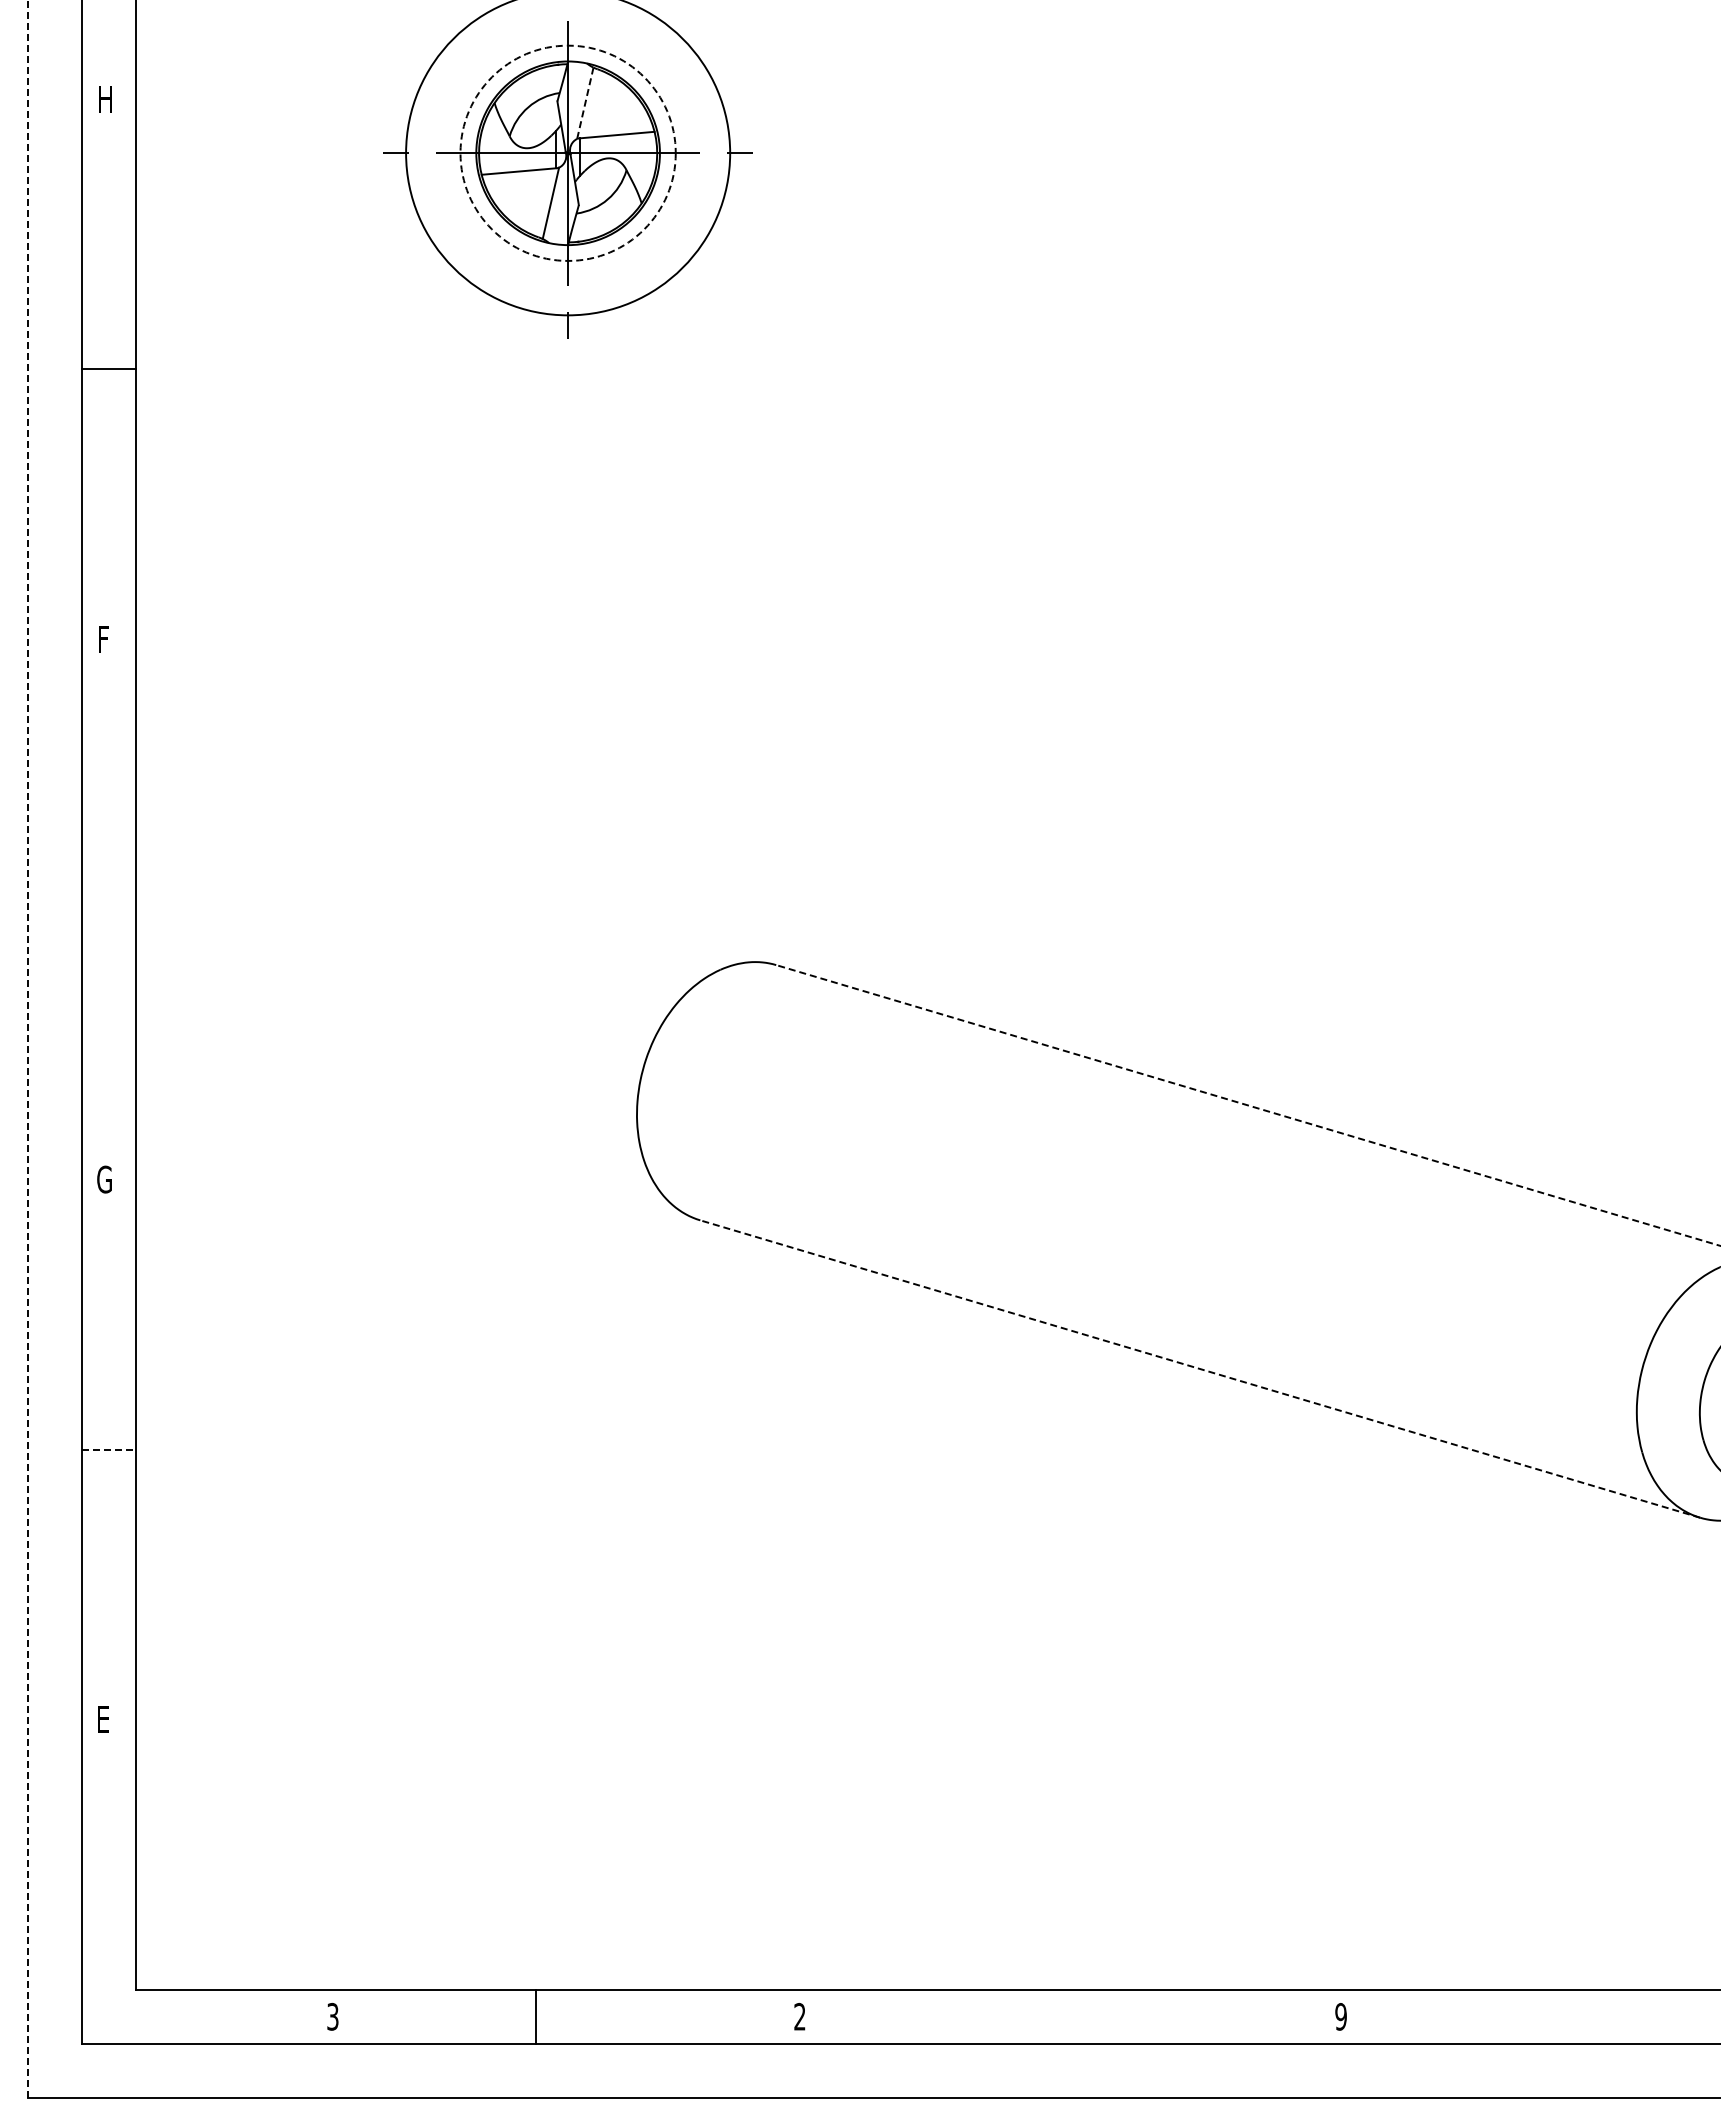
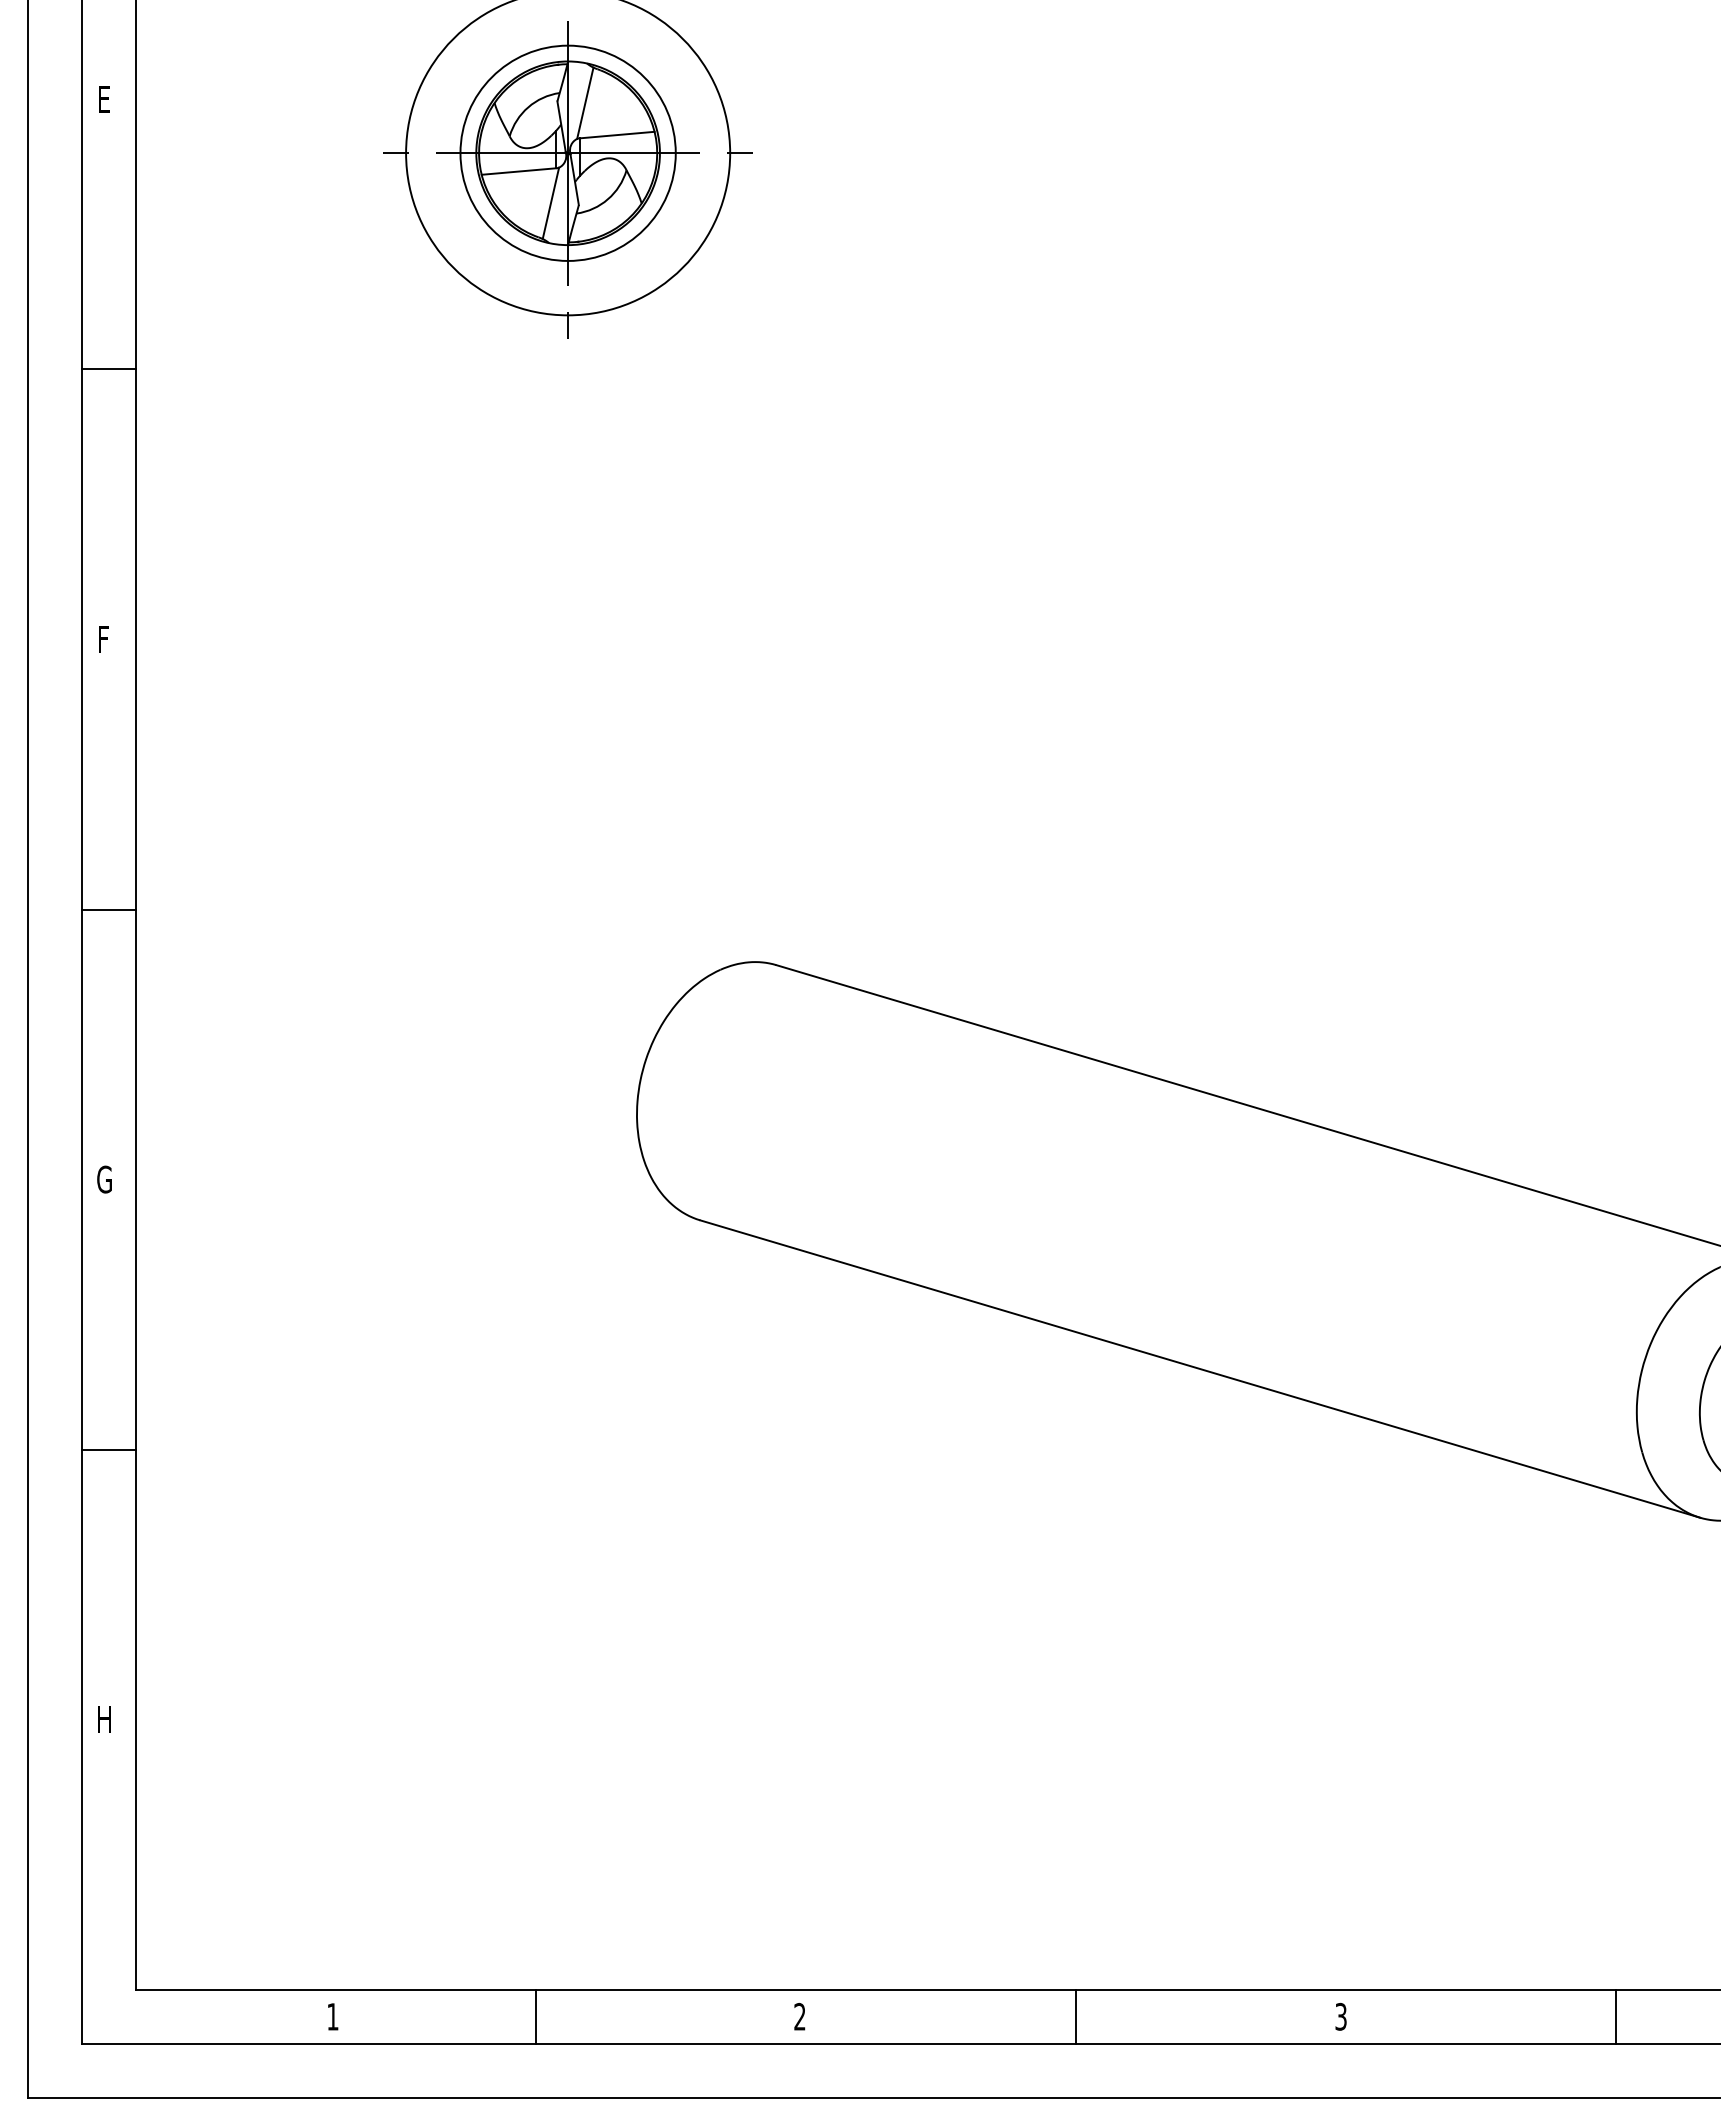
text at (106, 99): H -> E
line at (585, 103): dashed -> solid
circle at (567, 152): dashed -> solid
line at (108, 909): none -> present
line at (27, 1049): dashed -> solid
line at (1248, 1105): dashed -> solid
line at (1200, 1369): dashed -> solid
line at (109, 1449): dashed -> solid
text at (105, 1719): E -> H
text at (332, 2016): 3 -> 1
line at (1075, 2016): none -> present
text at (1340, 2016): 9 -> 3
line at (1616, 2016): none -> present
